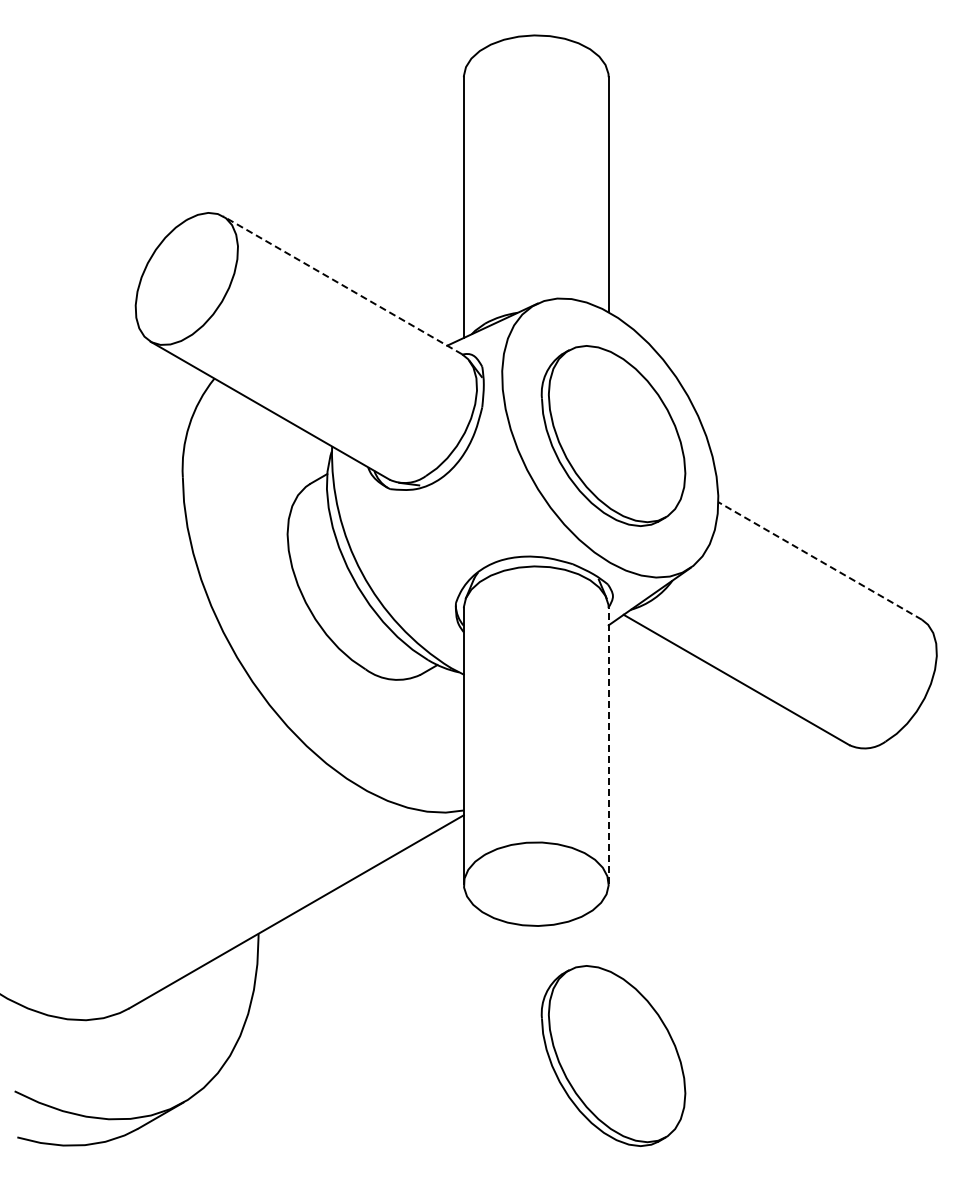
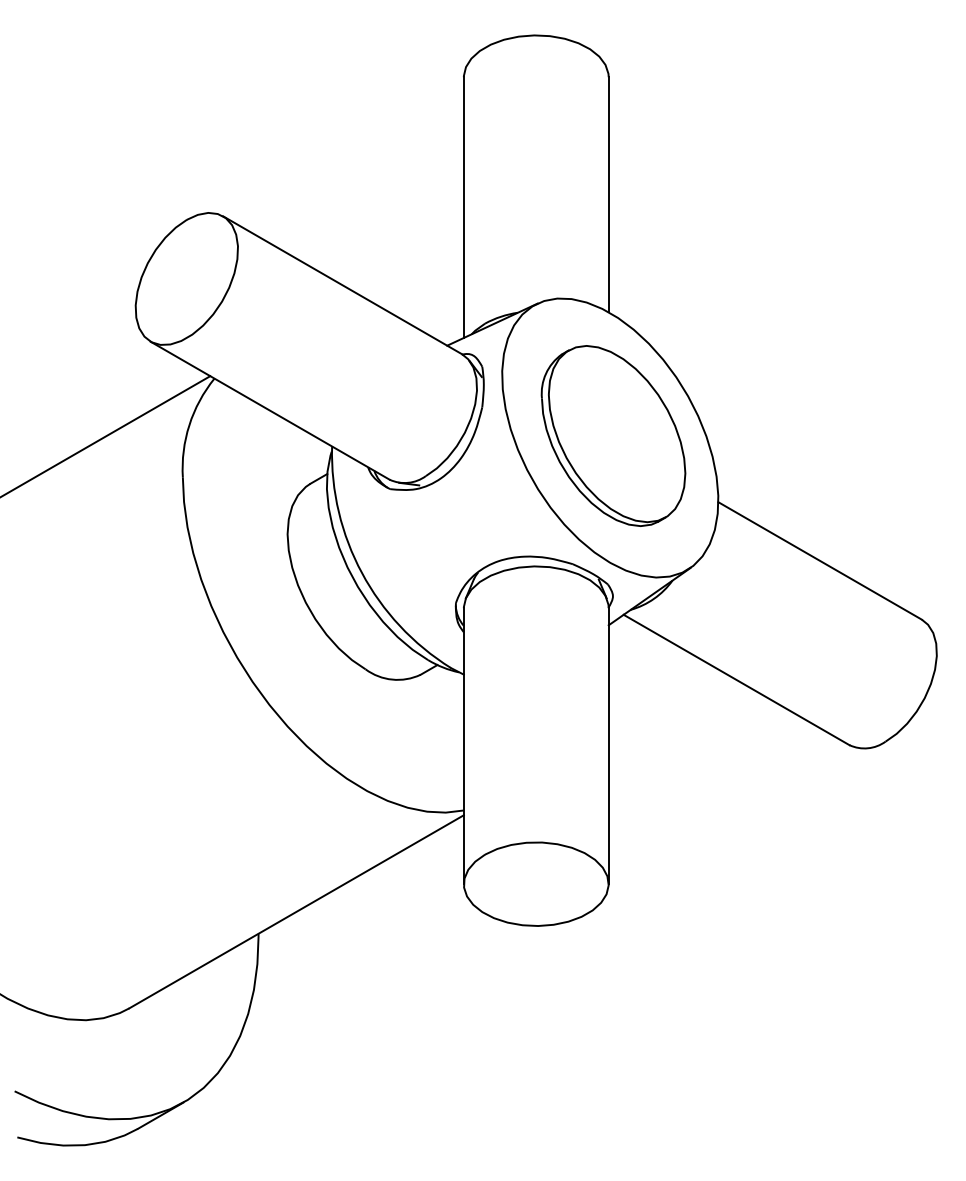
line at (342, 285): dashed -> solid
line at (106, 436): none -> present
line at (820, 560): dashed -> solid
line at (608, 745): dashed -> solid
part at (613, 1055): present -> none
